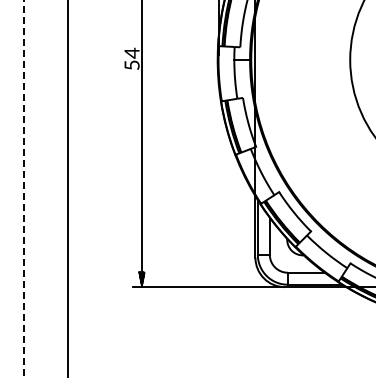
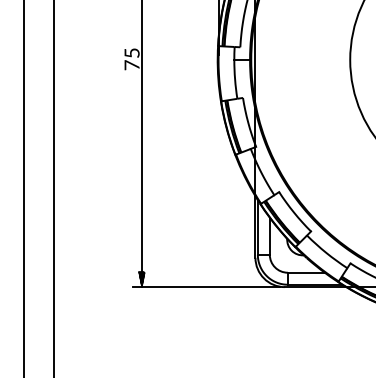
text at (131, 58): 54 -> 75
line at (23, 188): dashed -> solid
line at (67, 188) position: (67, 188) -> (53, 188)
